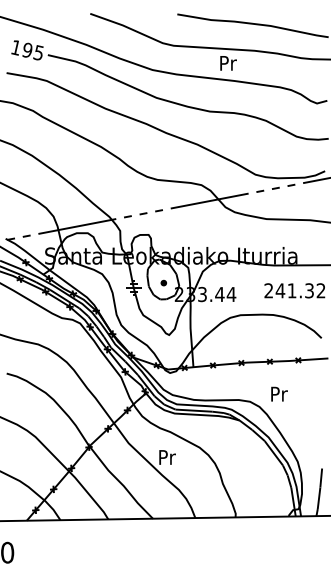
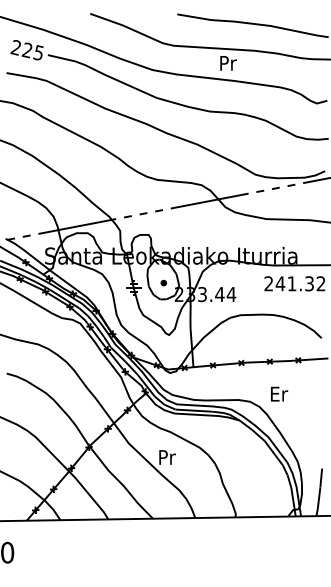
text at (21, 49): 195 -> 225
text at (294, 290) position: (294, 290) -> (294, 283)
text at (279, 393): Pr -> Er
